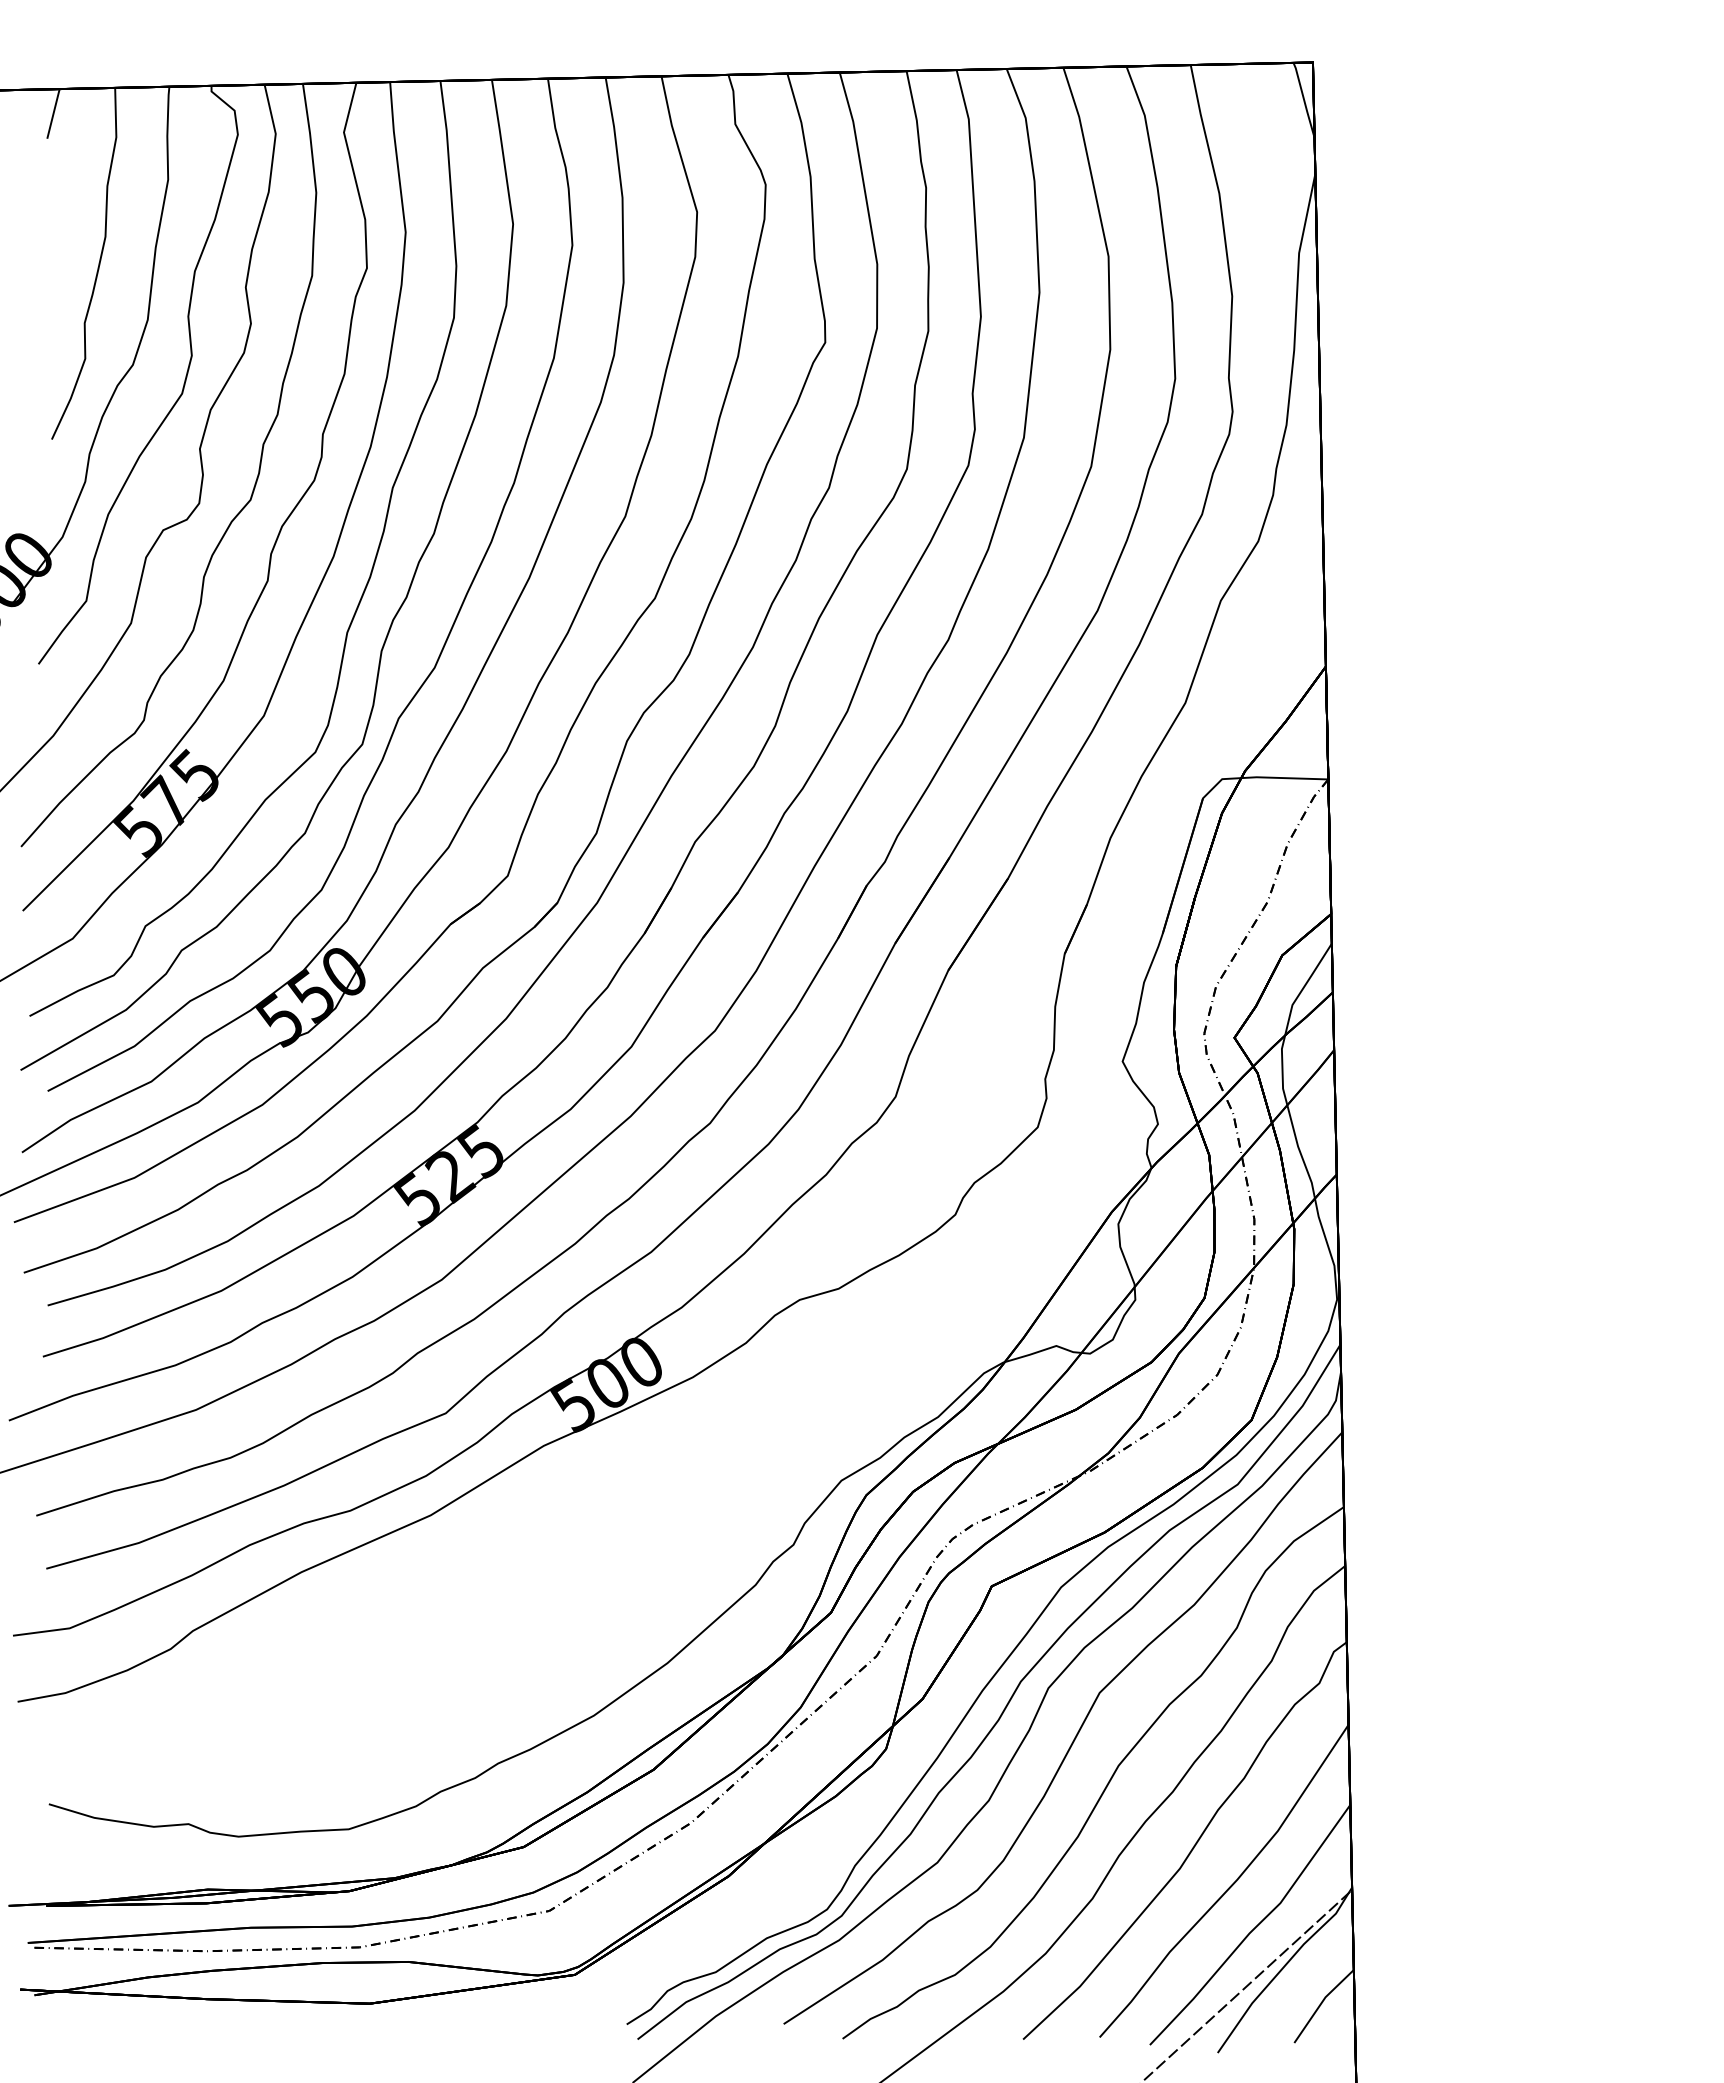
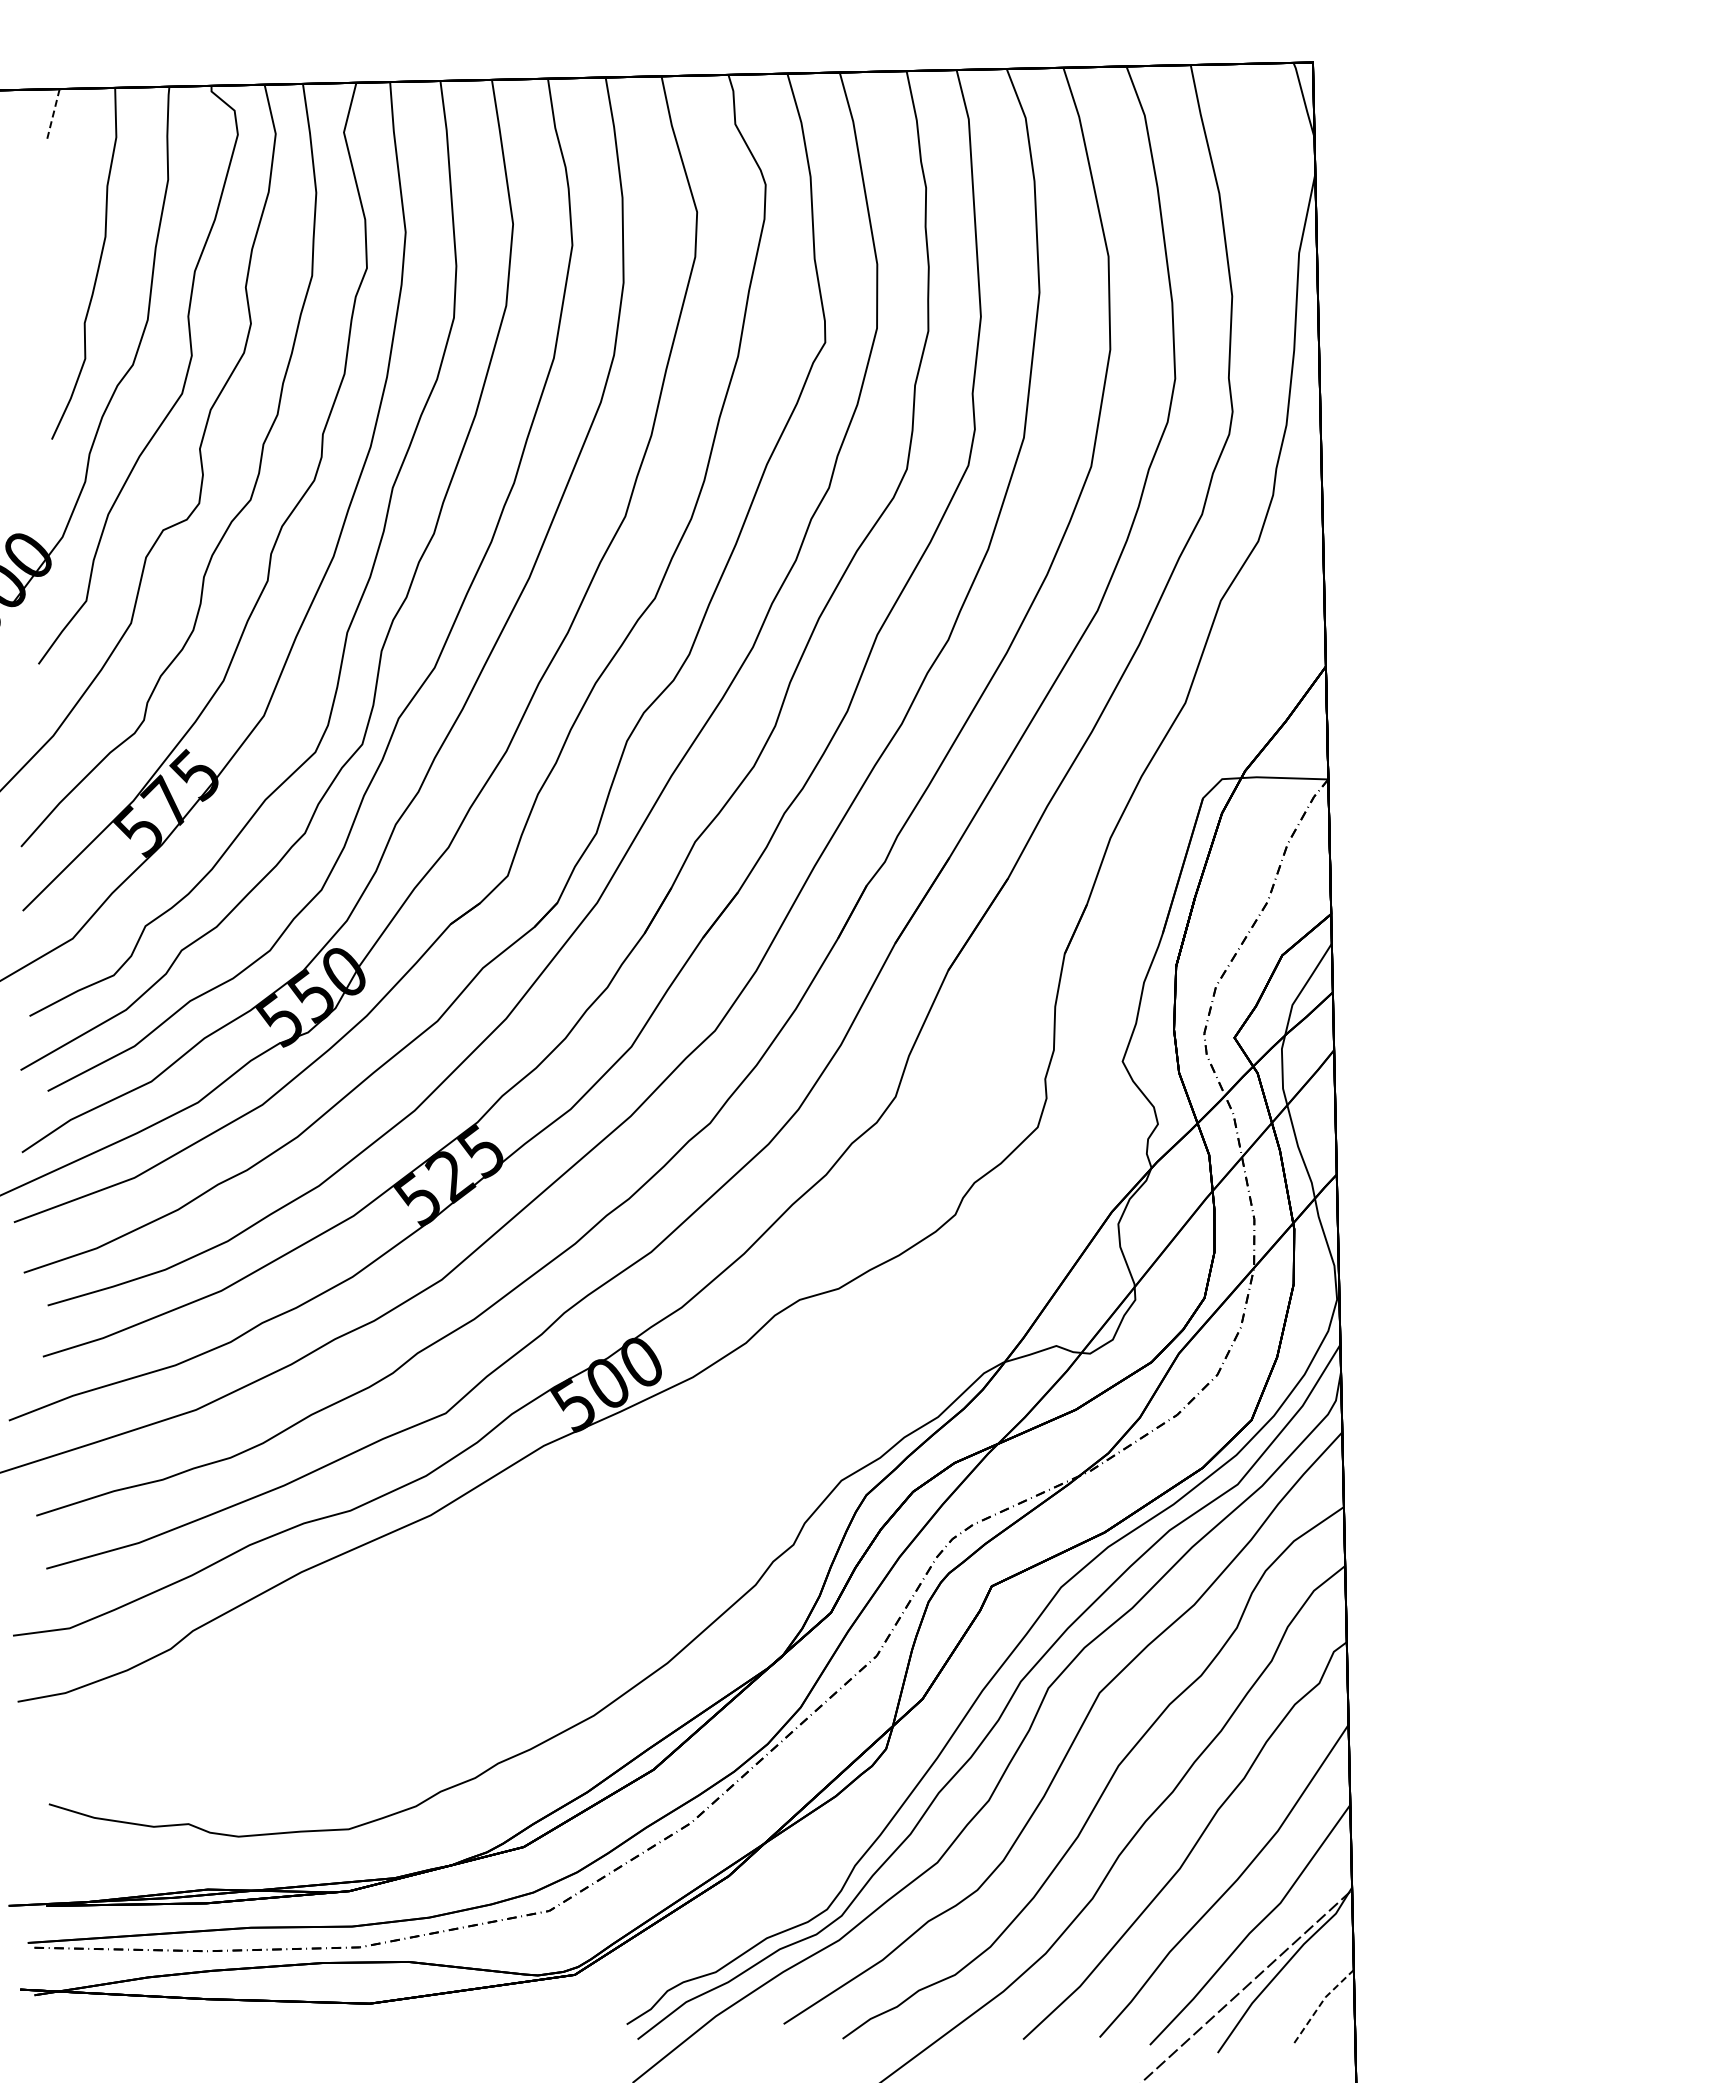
line at (53, 113): solid -> dashed
line at (1321, 2002): solid -> dashed
